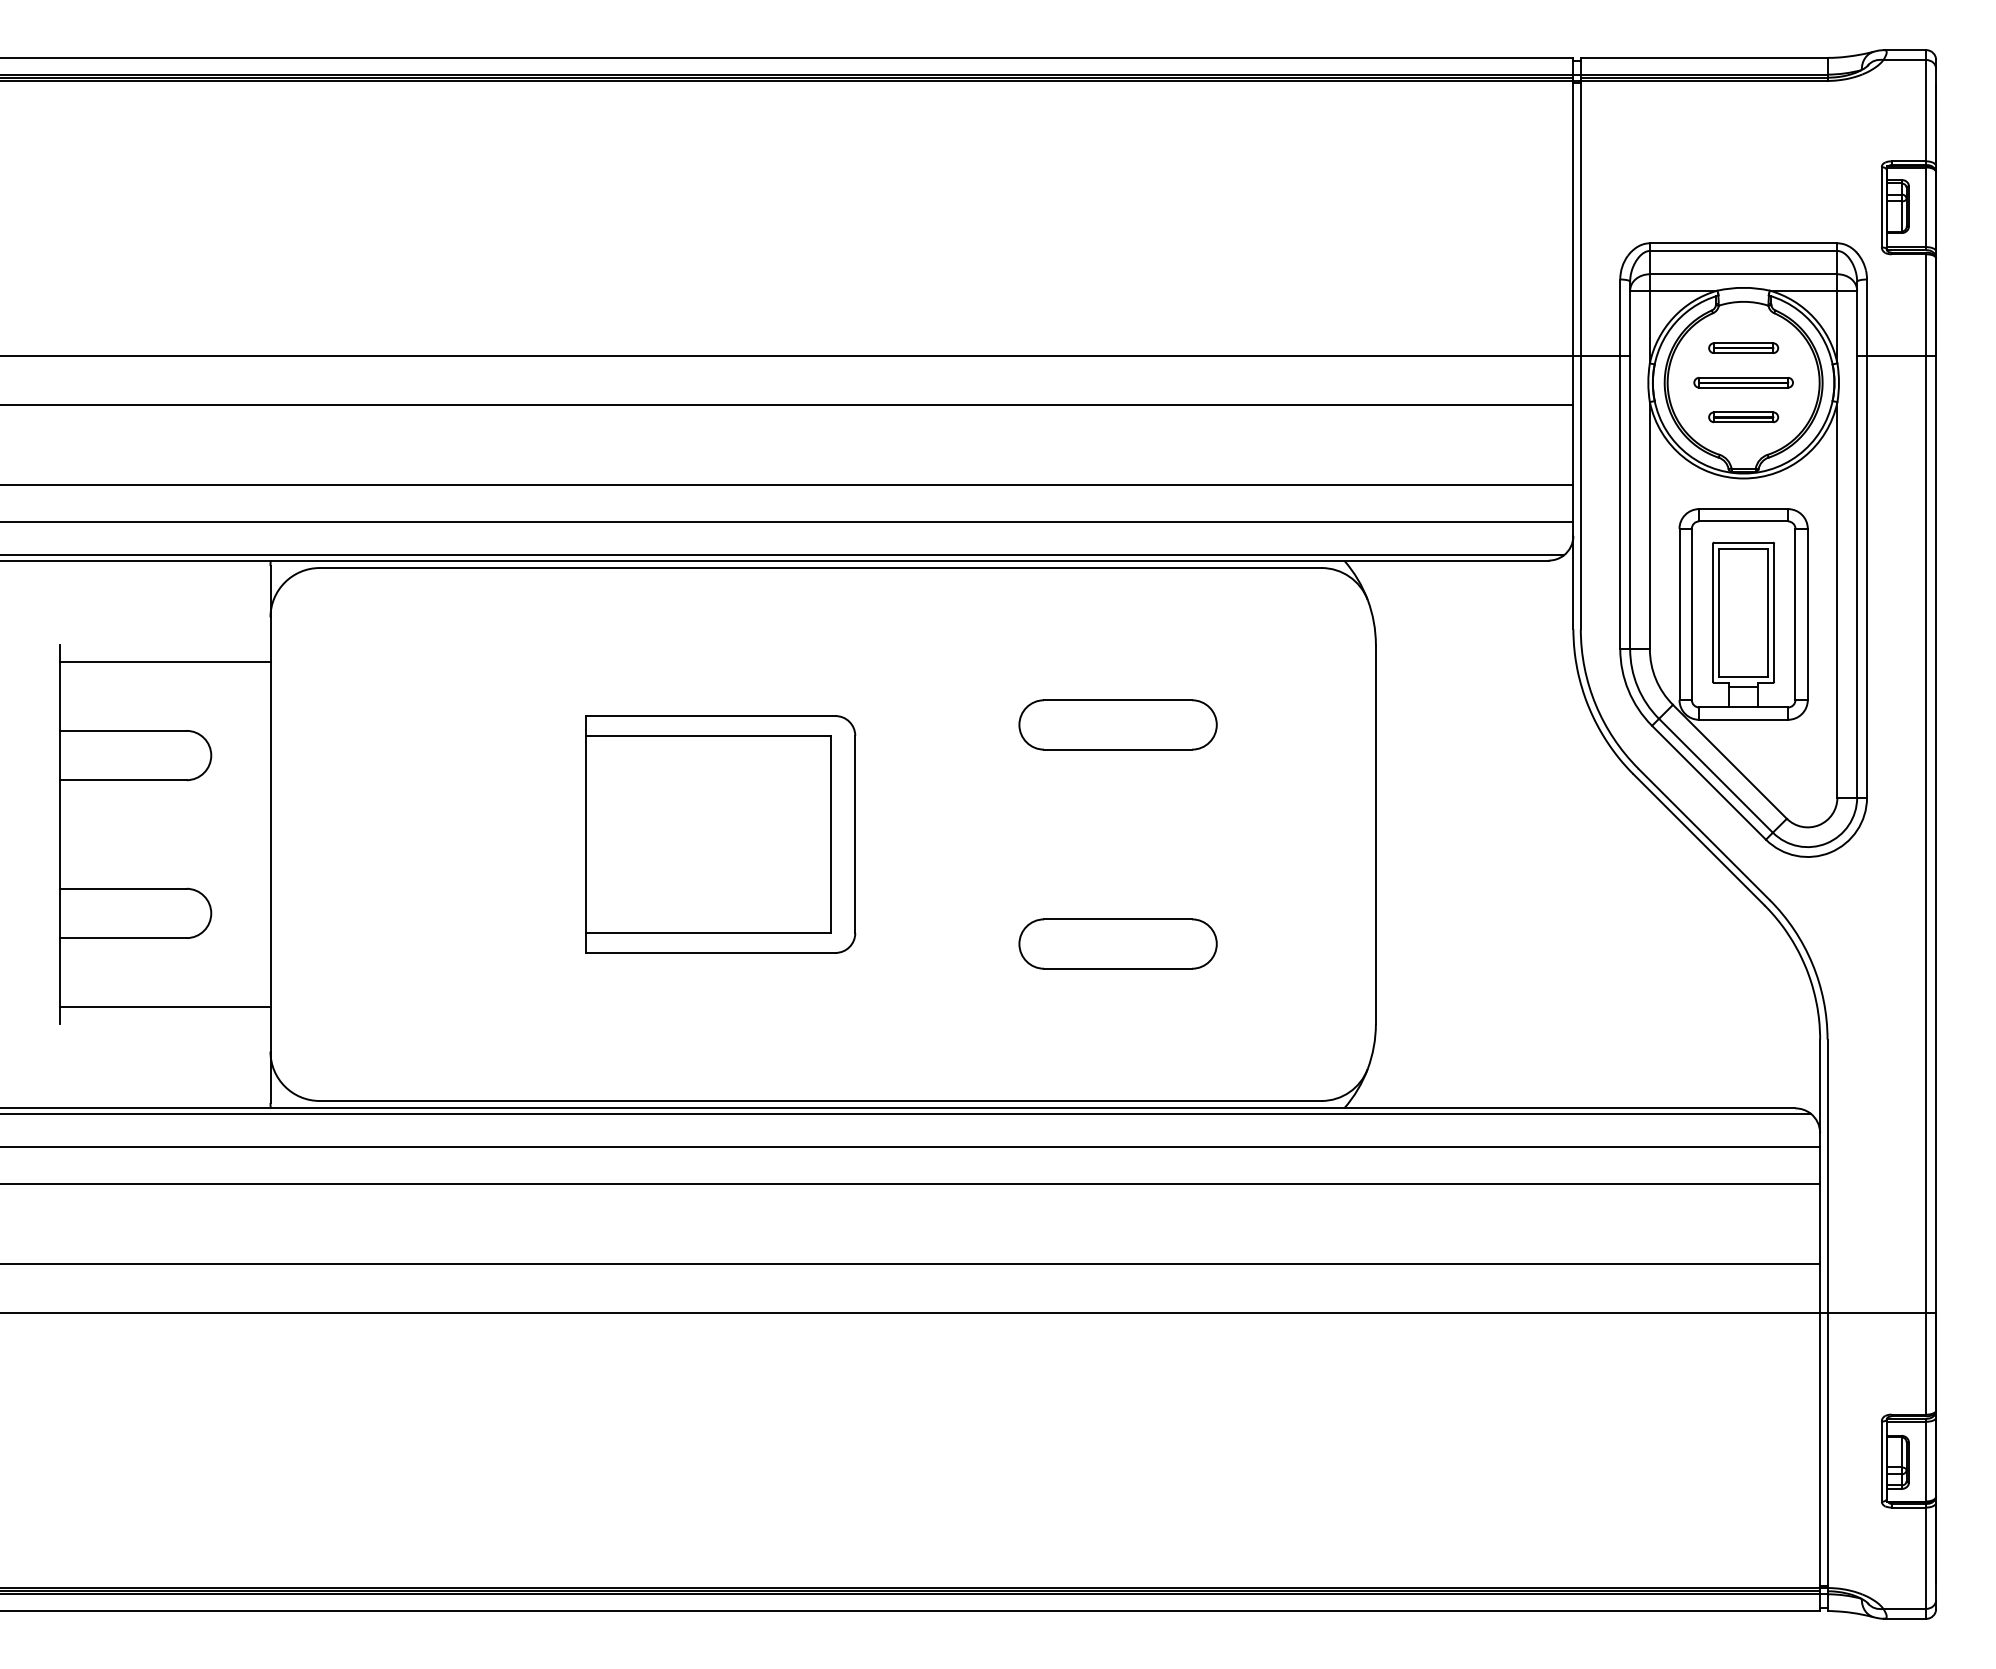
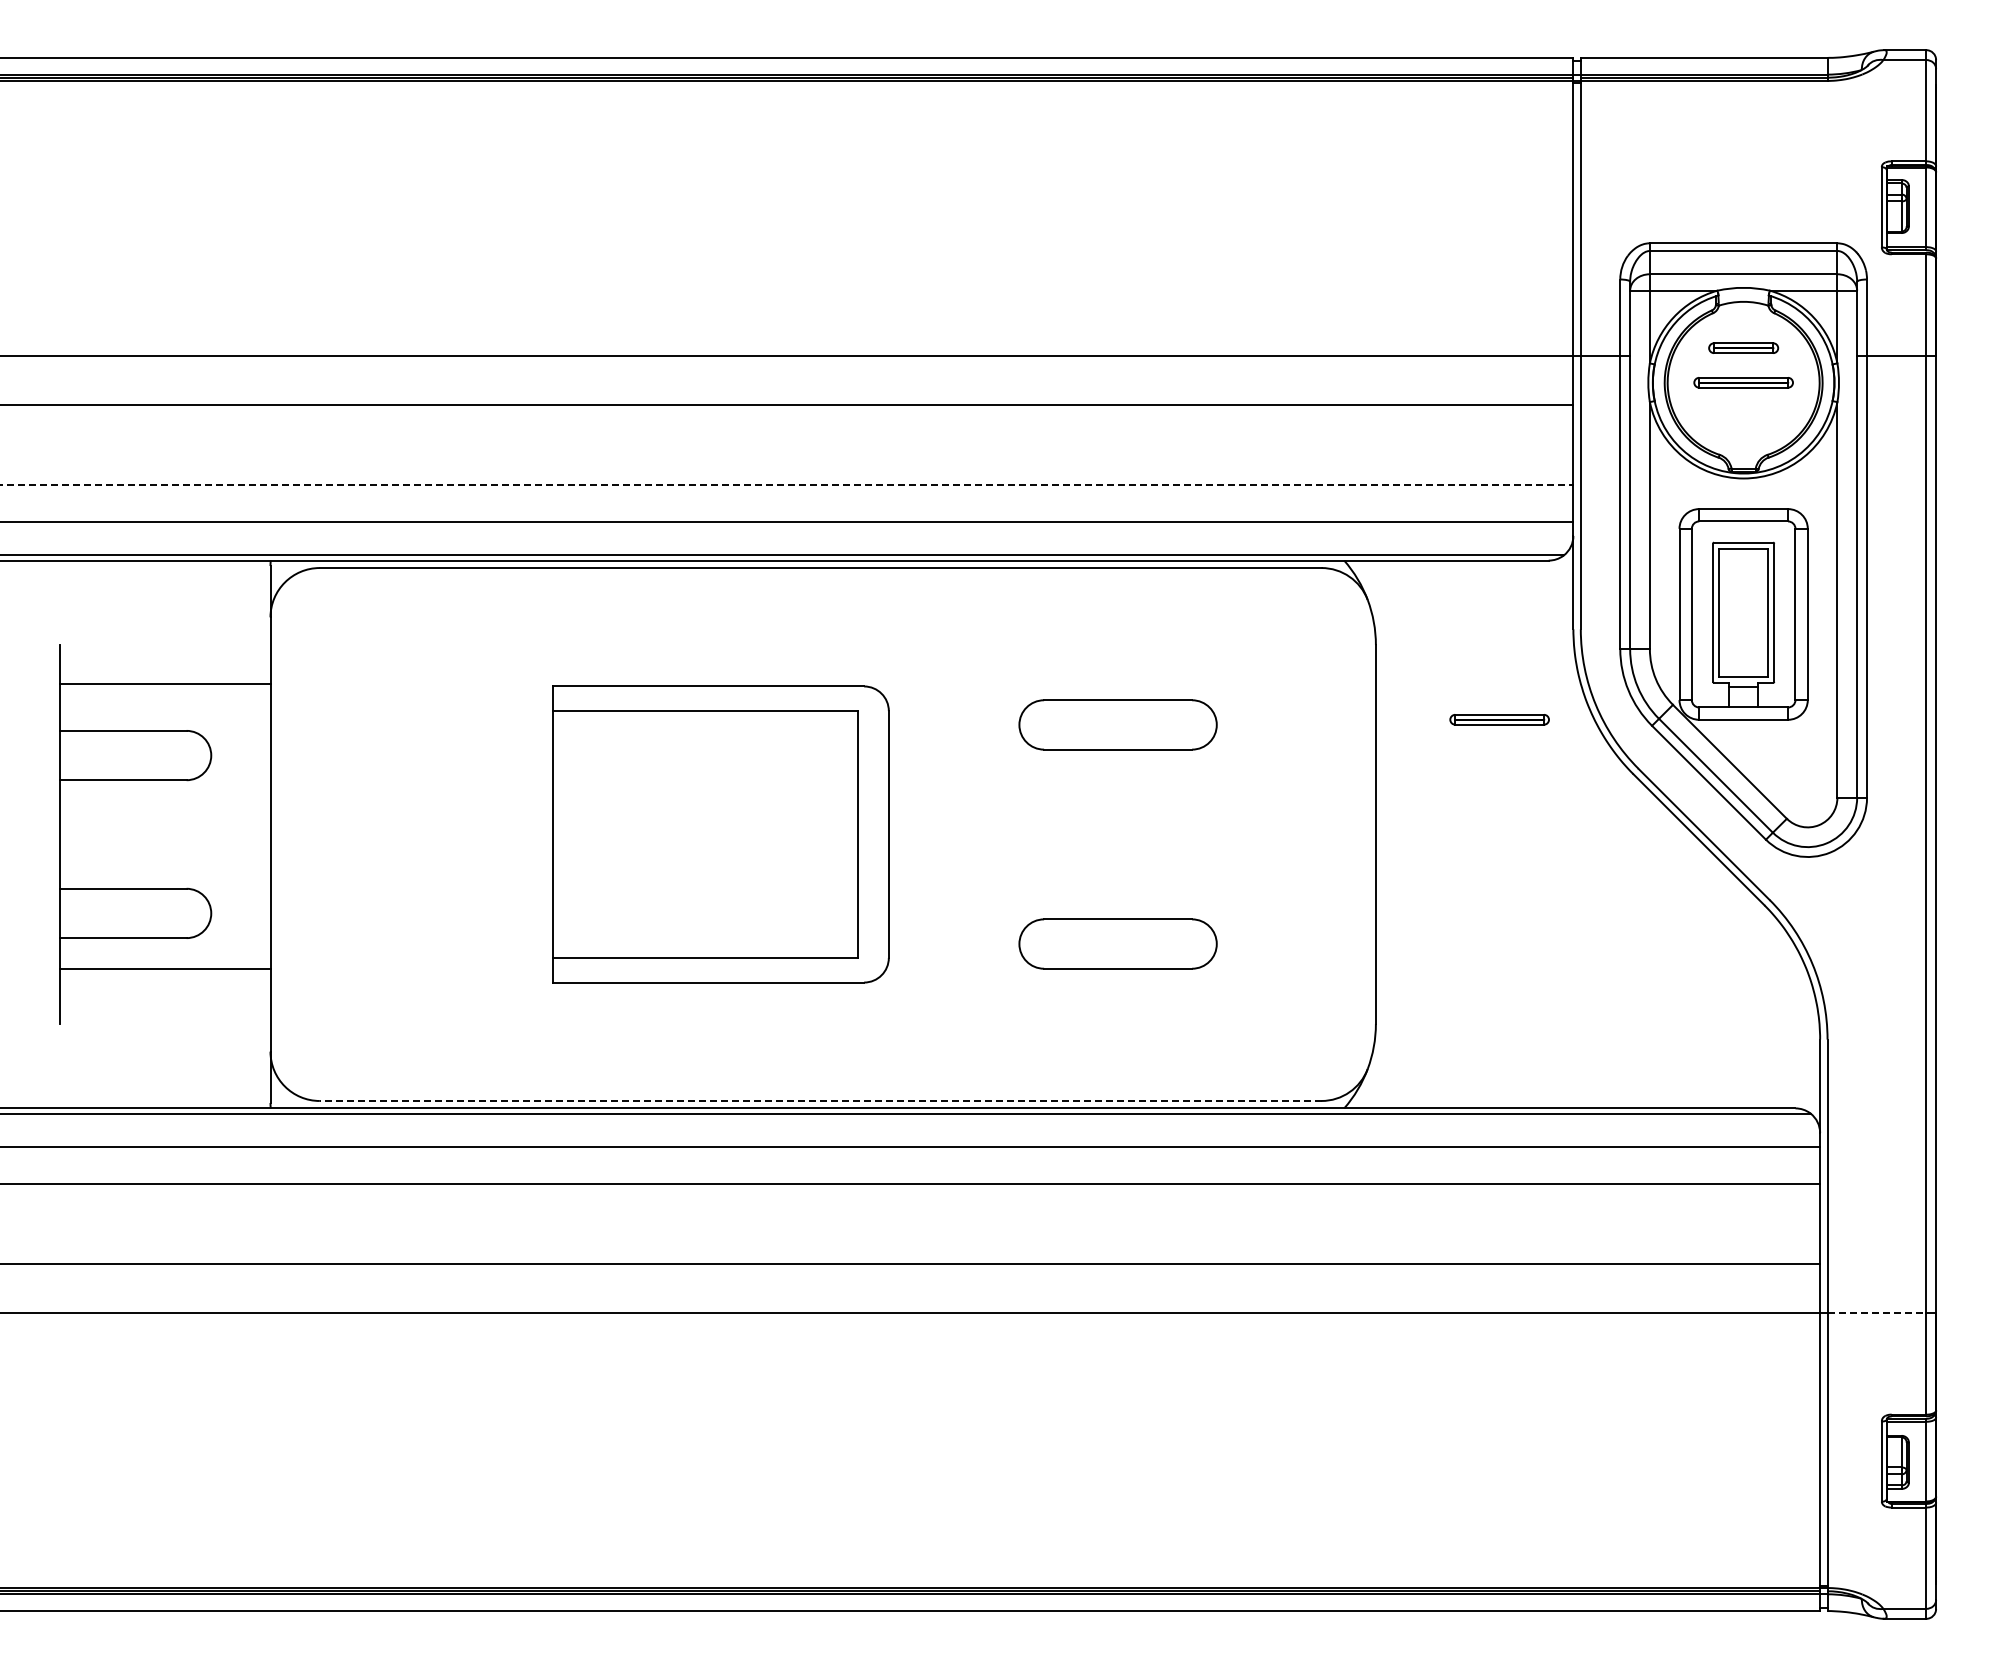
part at (1743, 417): present -> none
line at (787, 484): solid -> dashed
line at (164, 661) position: (164, 661) -> (164, 683)
part at (1499, 719): none -> present
part at (720, 834) size: 272x239 px -> 338x299 px
line at (164, 1007) position: (164, 1007) -> (164, 969)
line at (820, 1100): solid -> dashed
line at (1877, 1313): solid -> dashed
